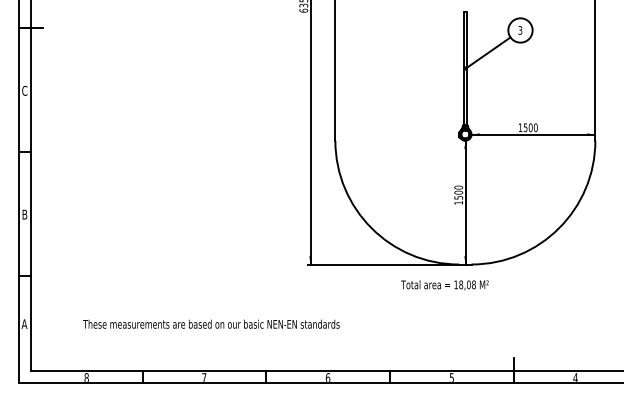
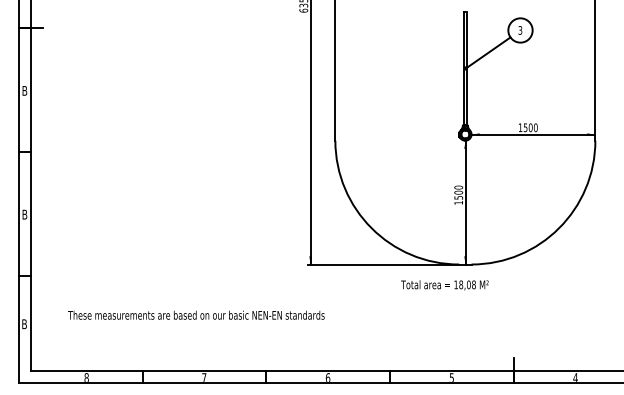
text at (24, 90): C -> B
text at (211, 323) position: (211, 323) -> (196, 314)
text at (24, 324): A -> B
